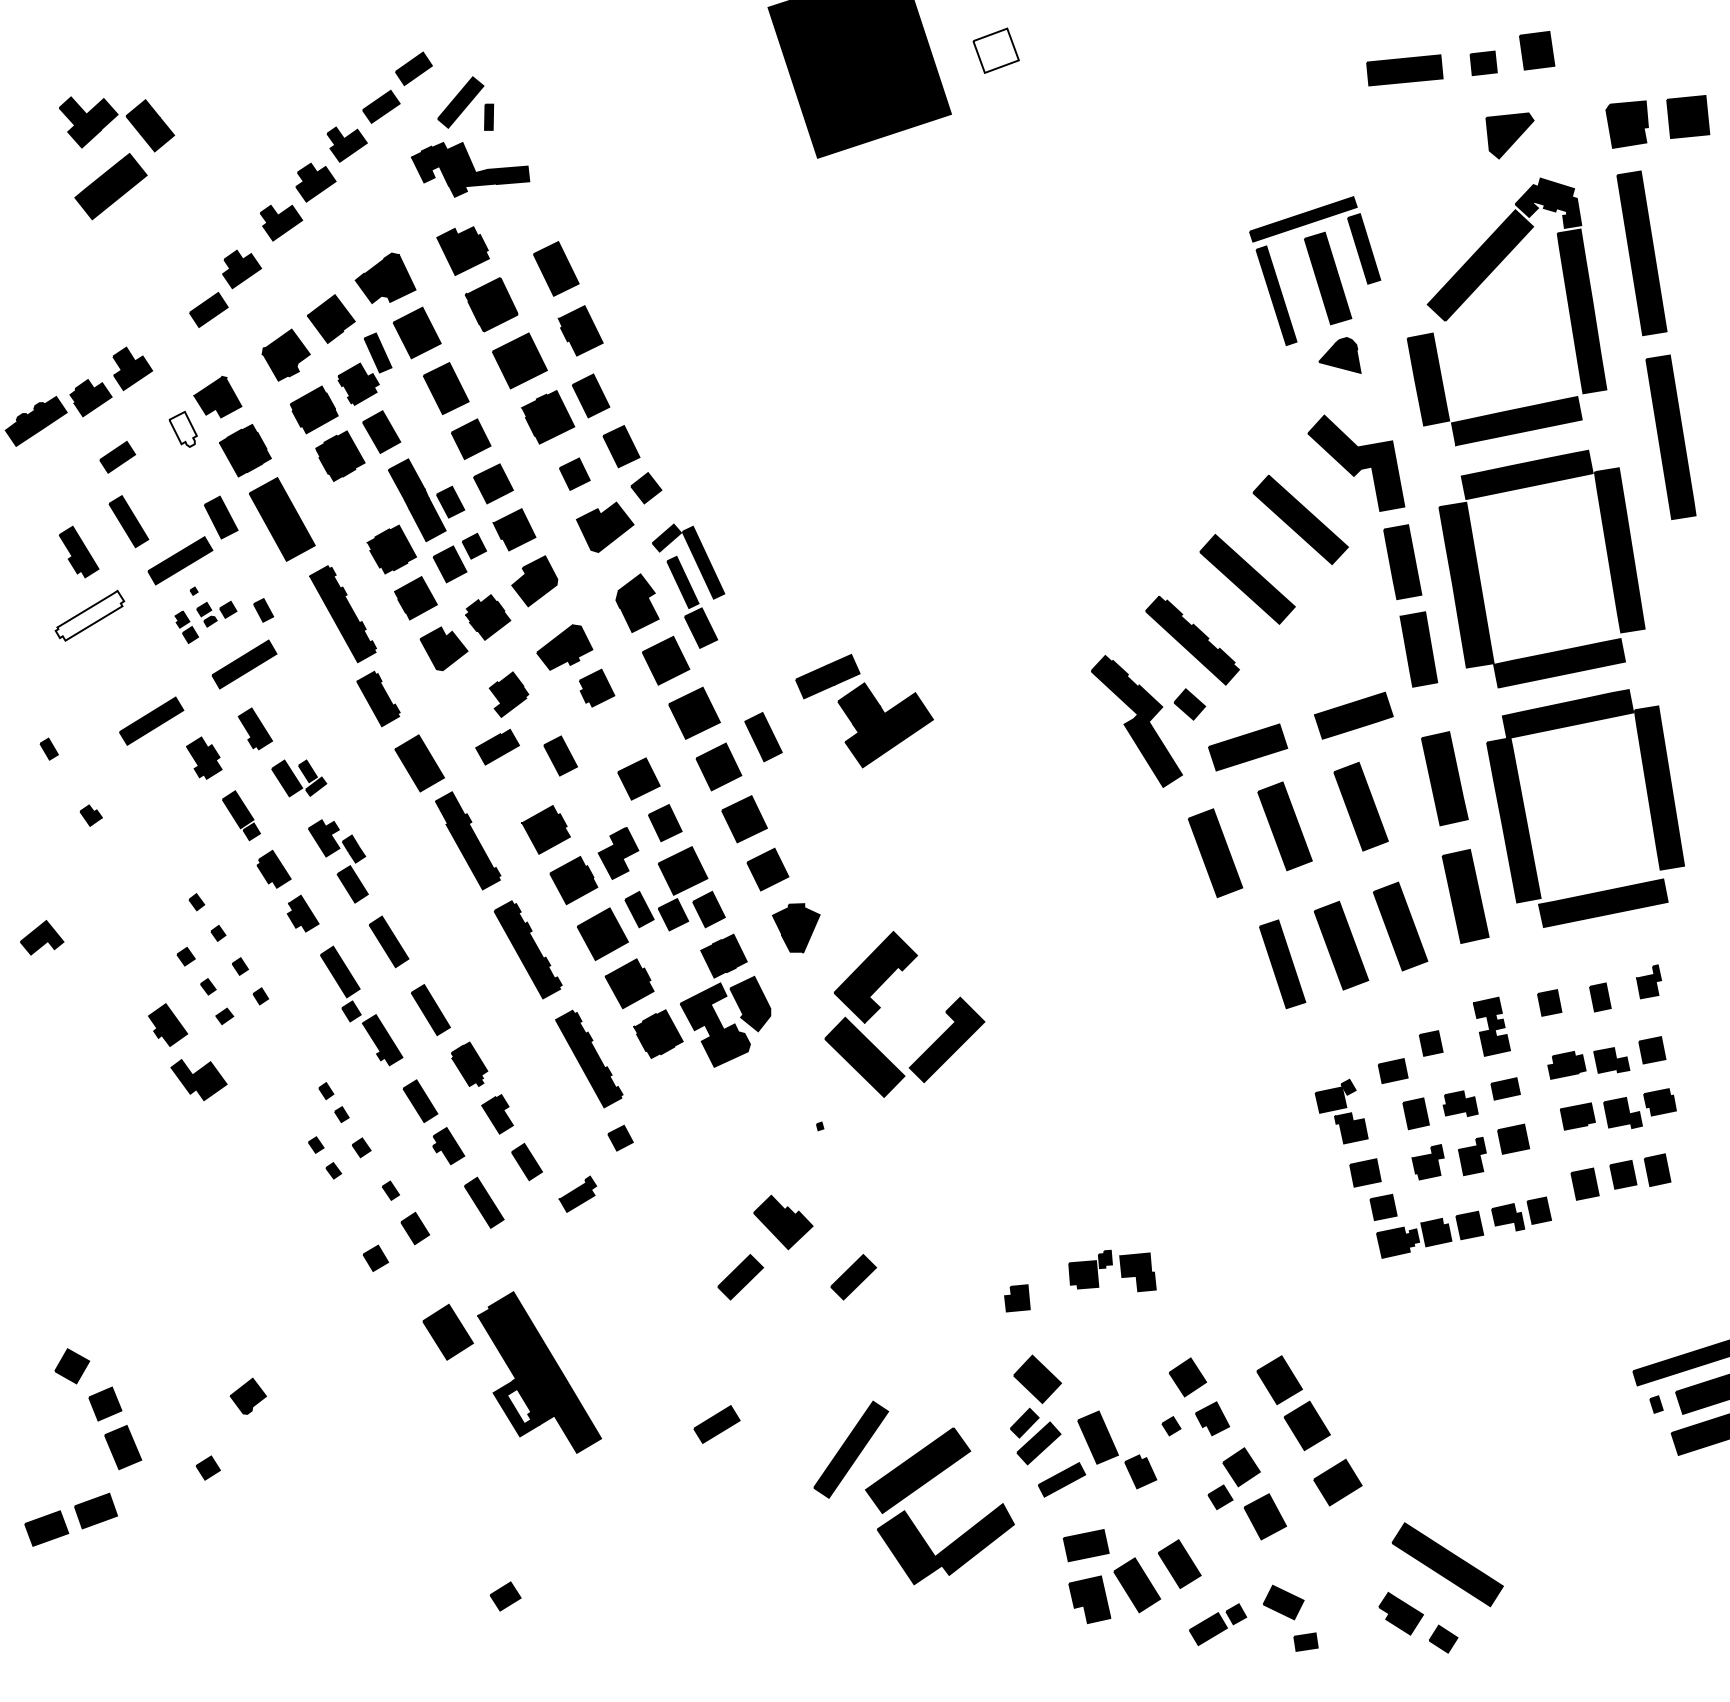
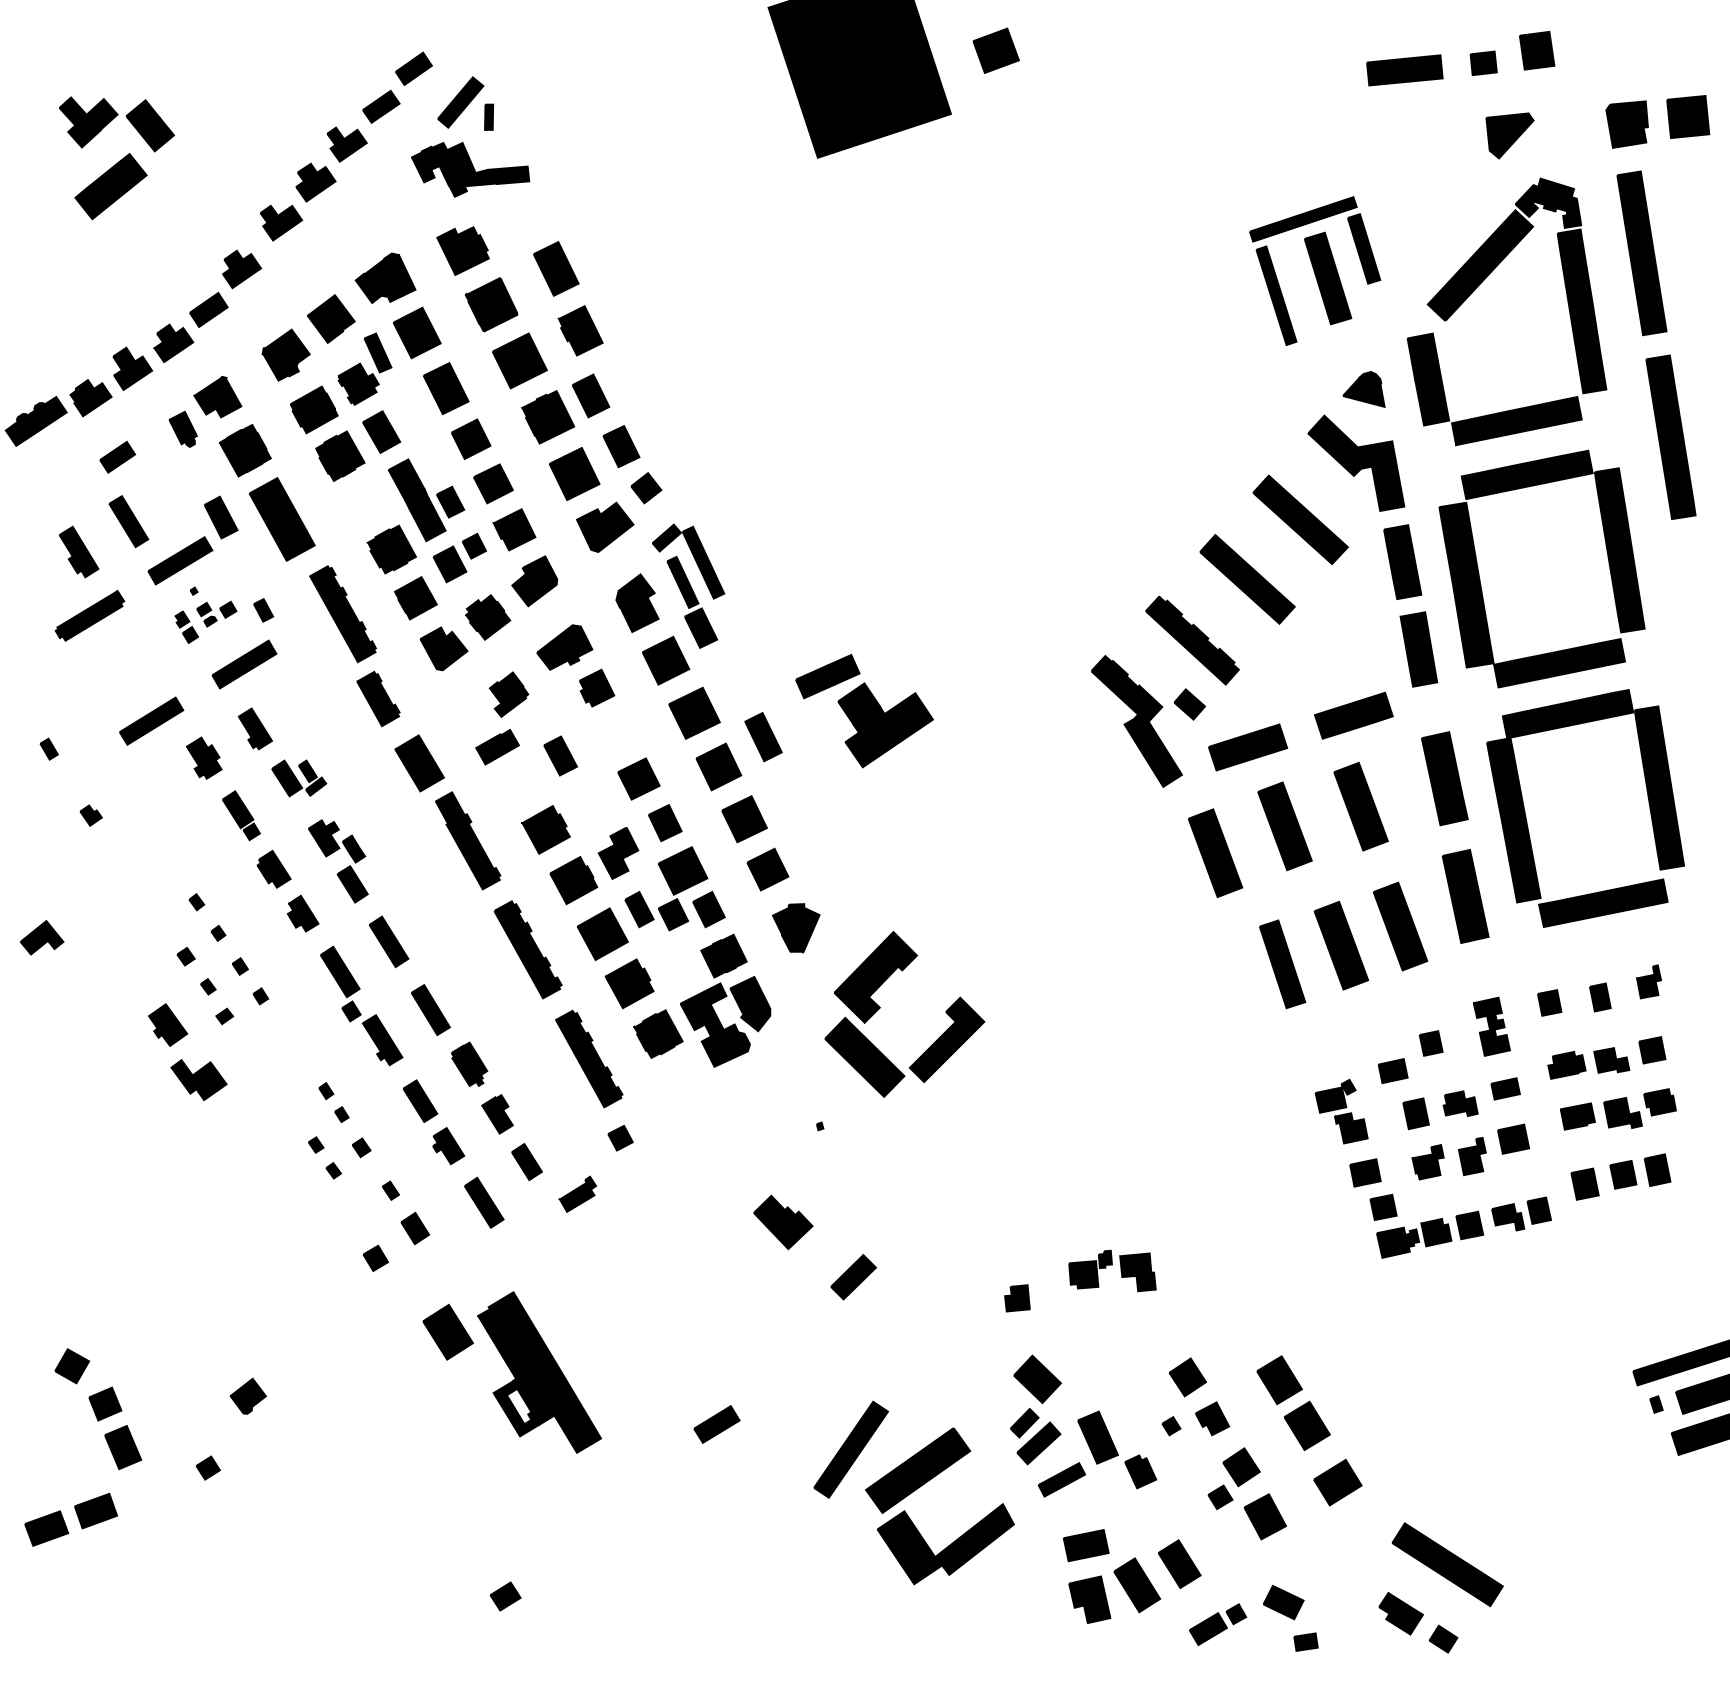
fill at (995, 50): none -> present
part at (173, 342): none -> present
part at (1339, 355) position: (1339, 355) -> (1363, 389)
fill at (182, 428): none -> present
part at (574, 473) size: 32x34 px -> 52x55 px
fill at (89, 615): none -> present
part at (740, 1277): present -> none
